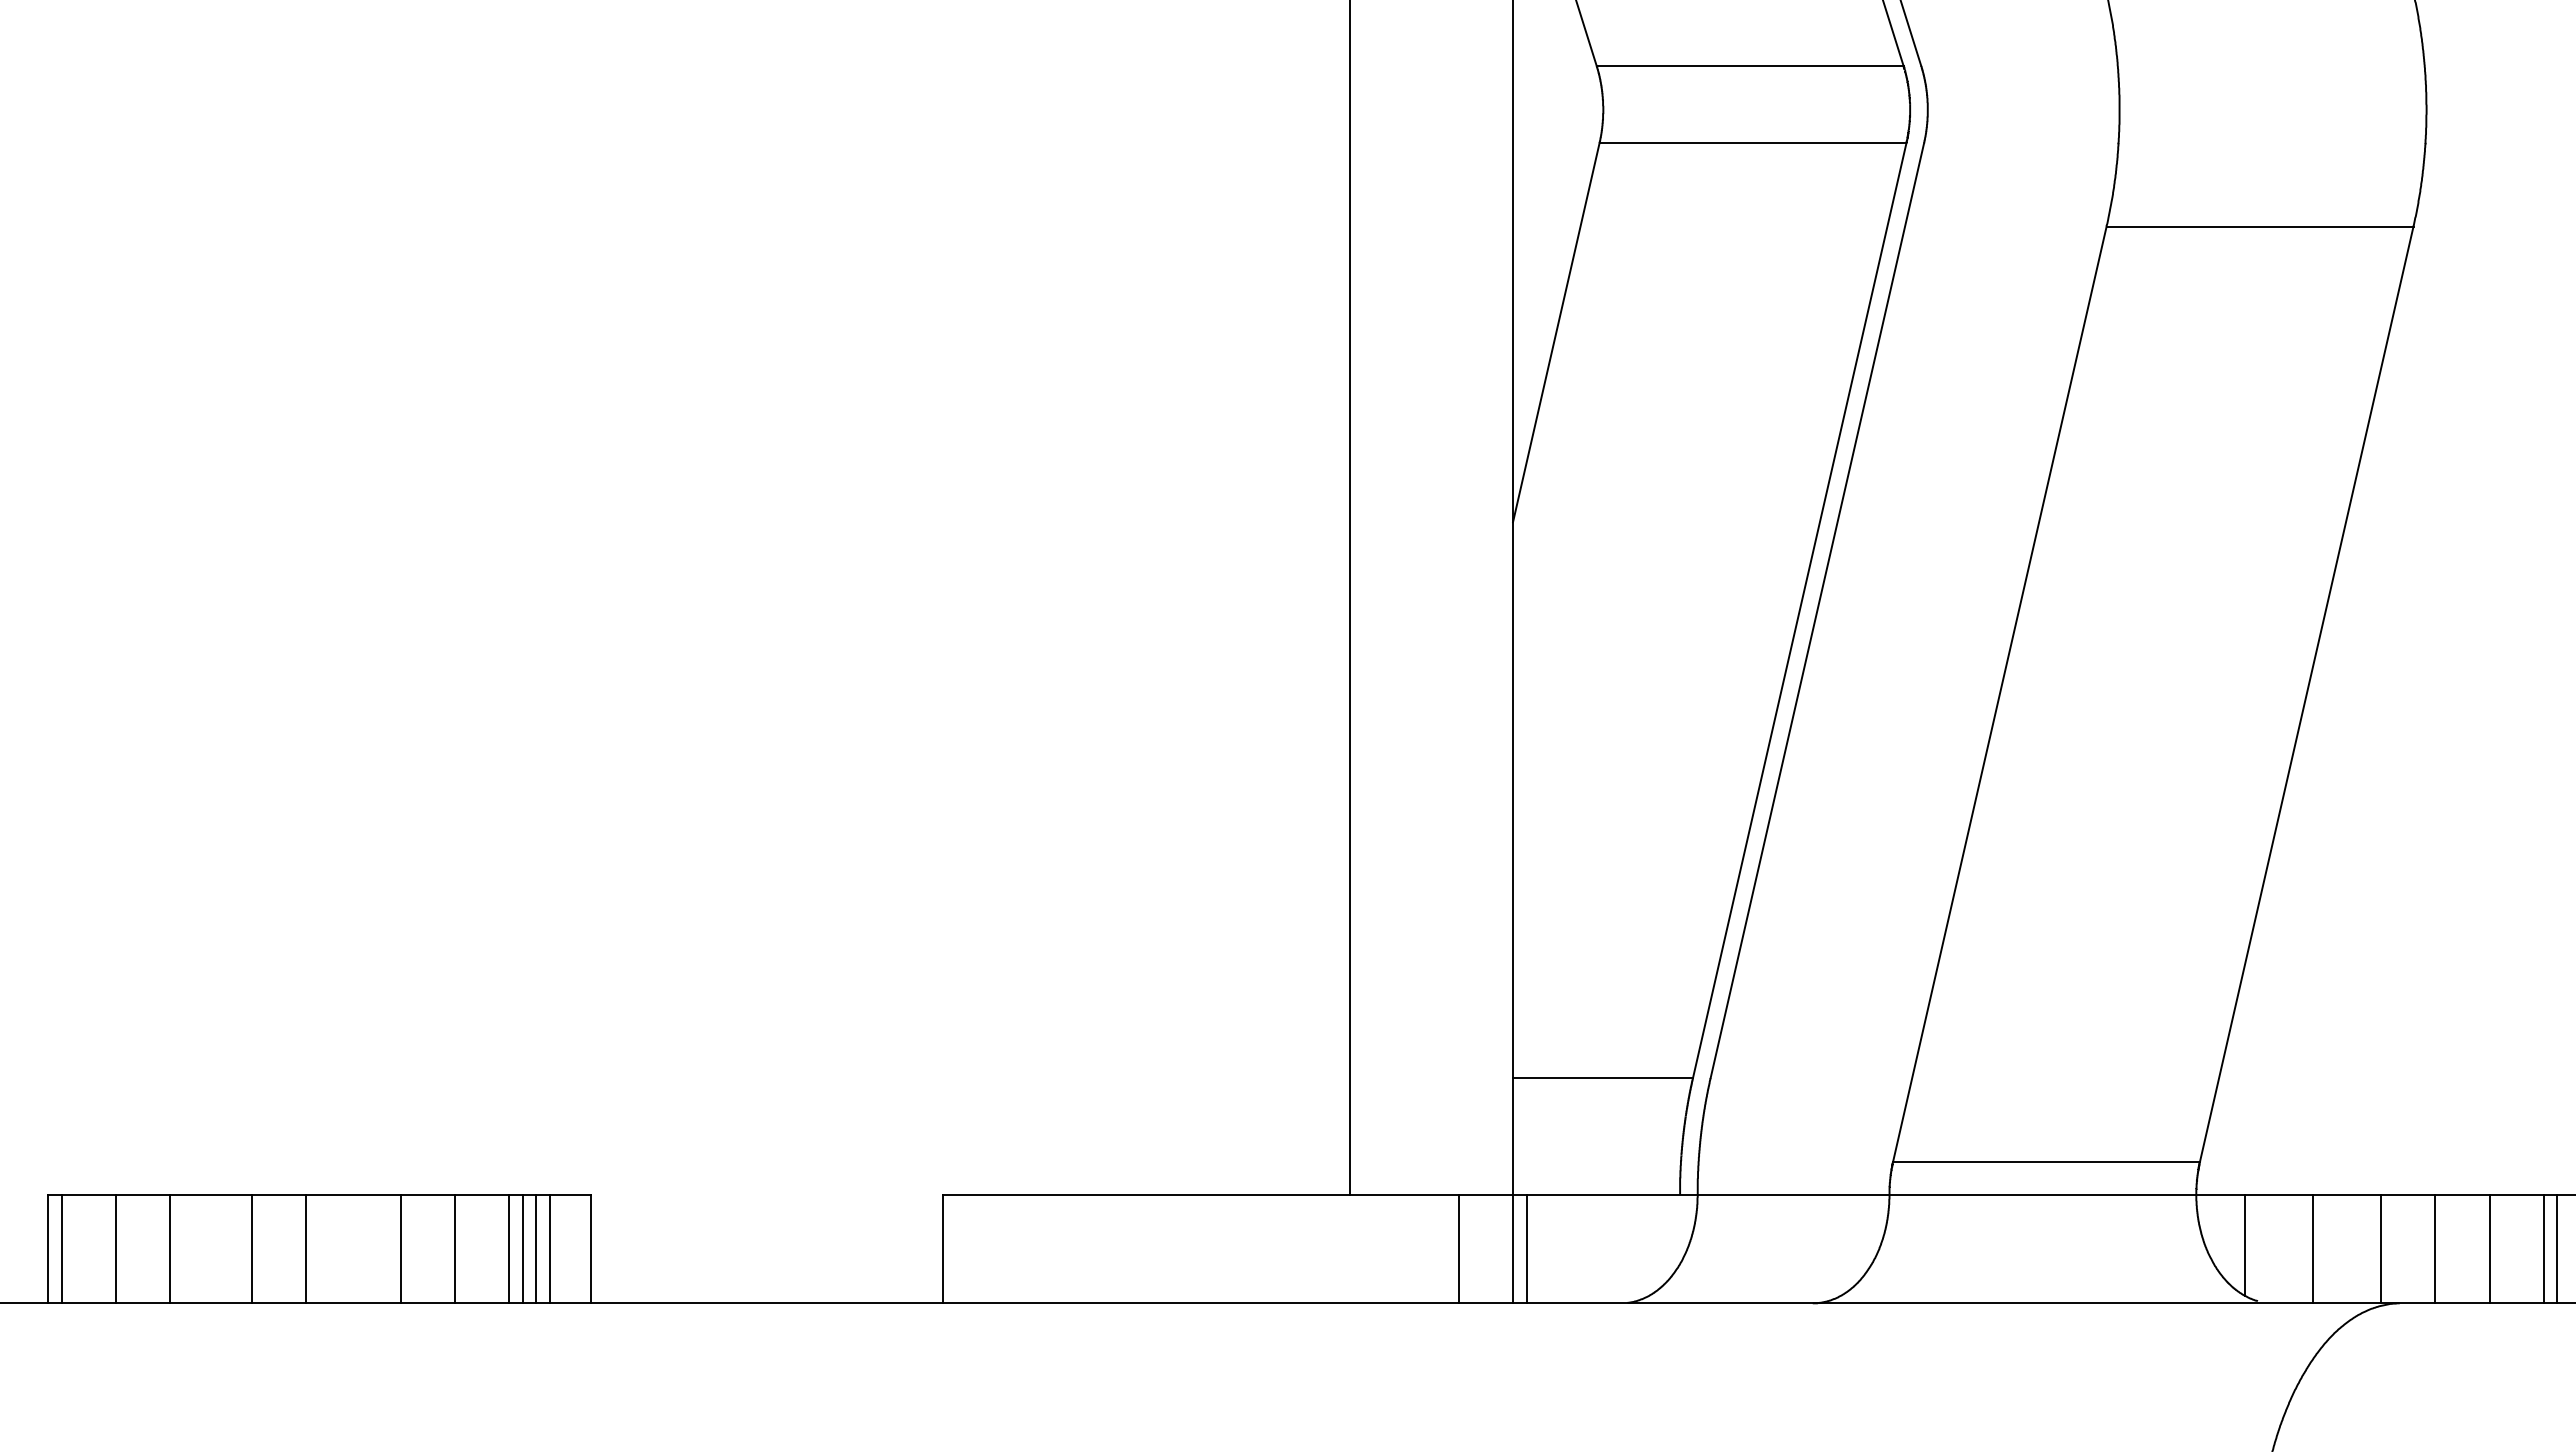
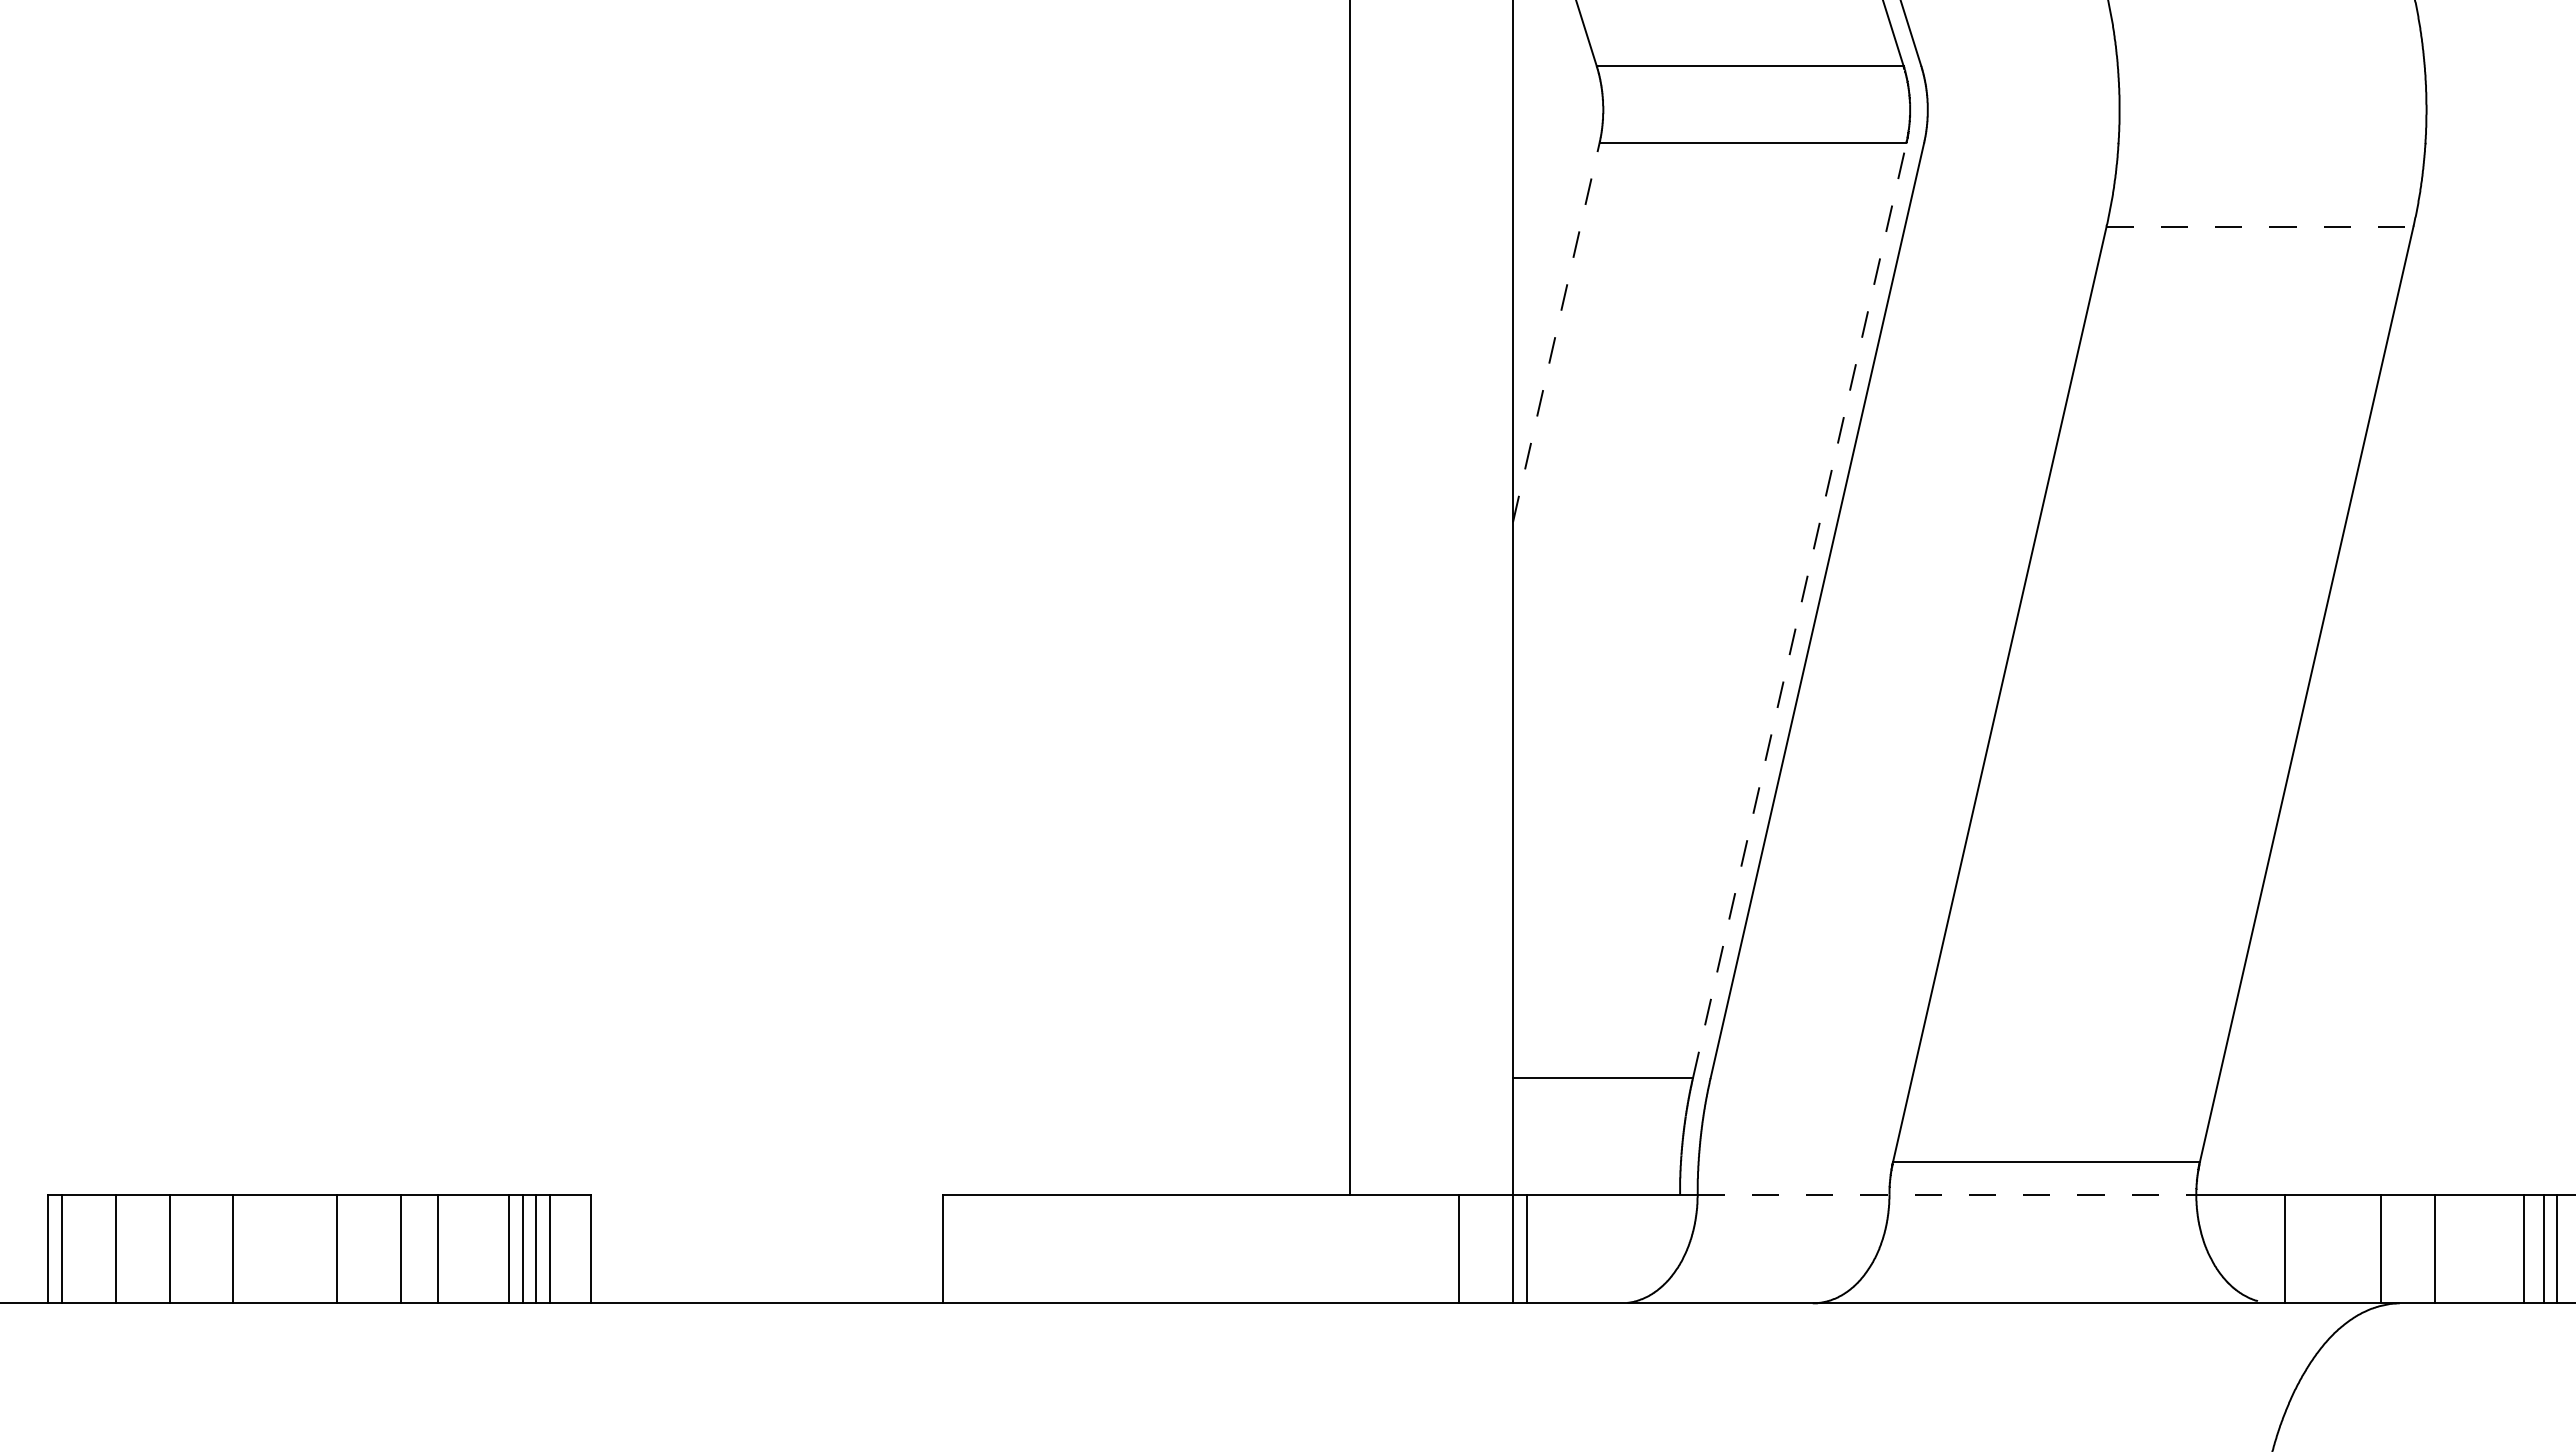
line at (2260, 226): solid -> dashed
line at (1556, 332): solid -> dashed
line at (1799, 610): solid -> dashed
line at (1947, 1194): solid -> dashed
line at (2245, 1244): present -> none
line at (251, 1248) position: (251, 1248) -> (232, 1248)
line at (305, 1248) position: (305, 1248) -> (336, 1248)
line at (455, 1248) position: (455, 1248) -> (438, 1248)
line at (2313, 1248) position: (2313, 1248) -> (2285, 1248)
line at (2489, 1248) position: (2489, 1248) -> (2523, 1248)
